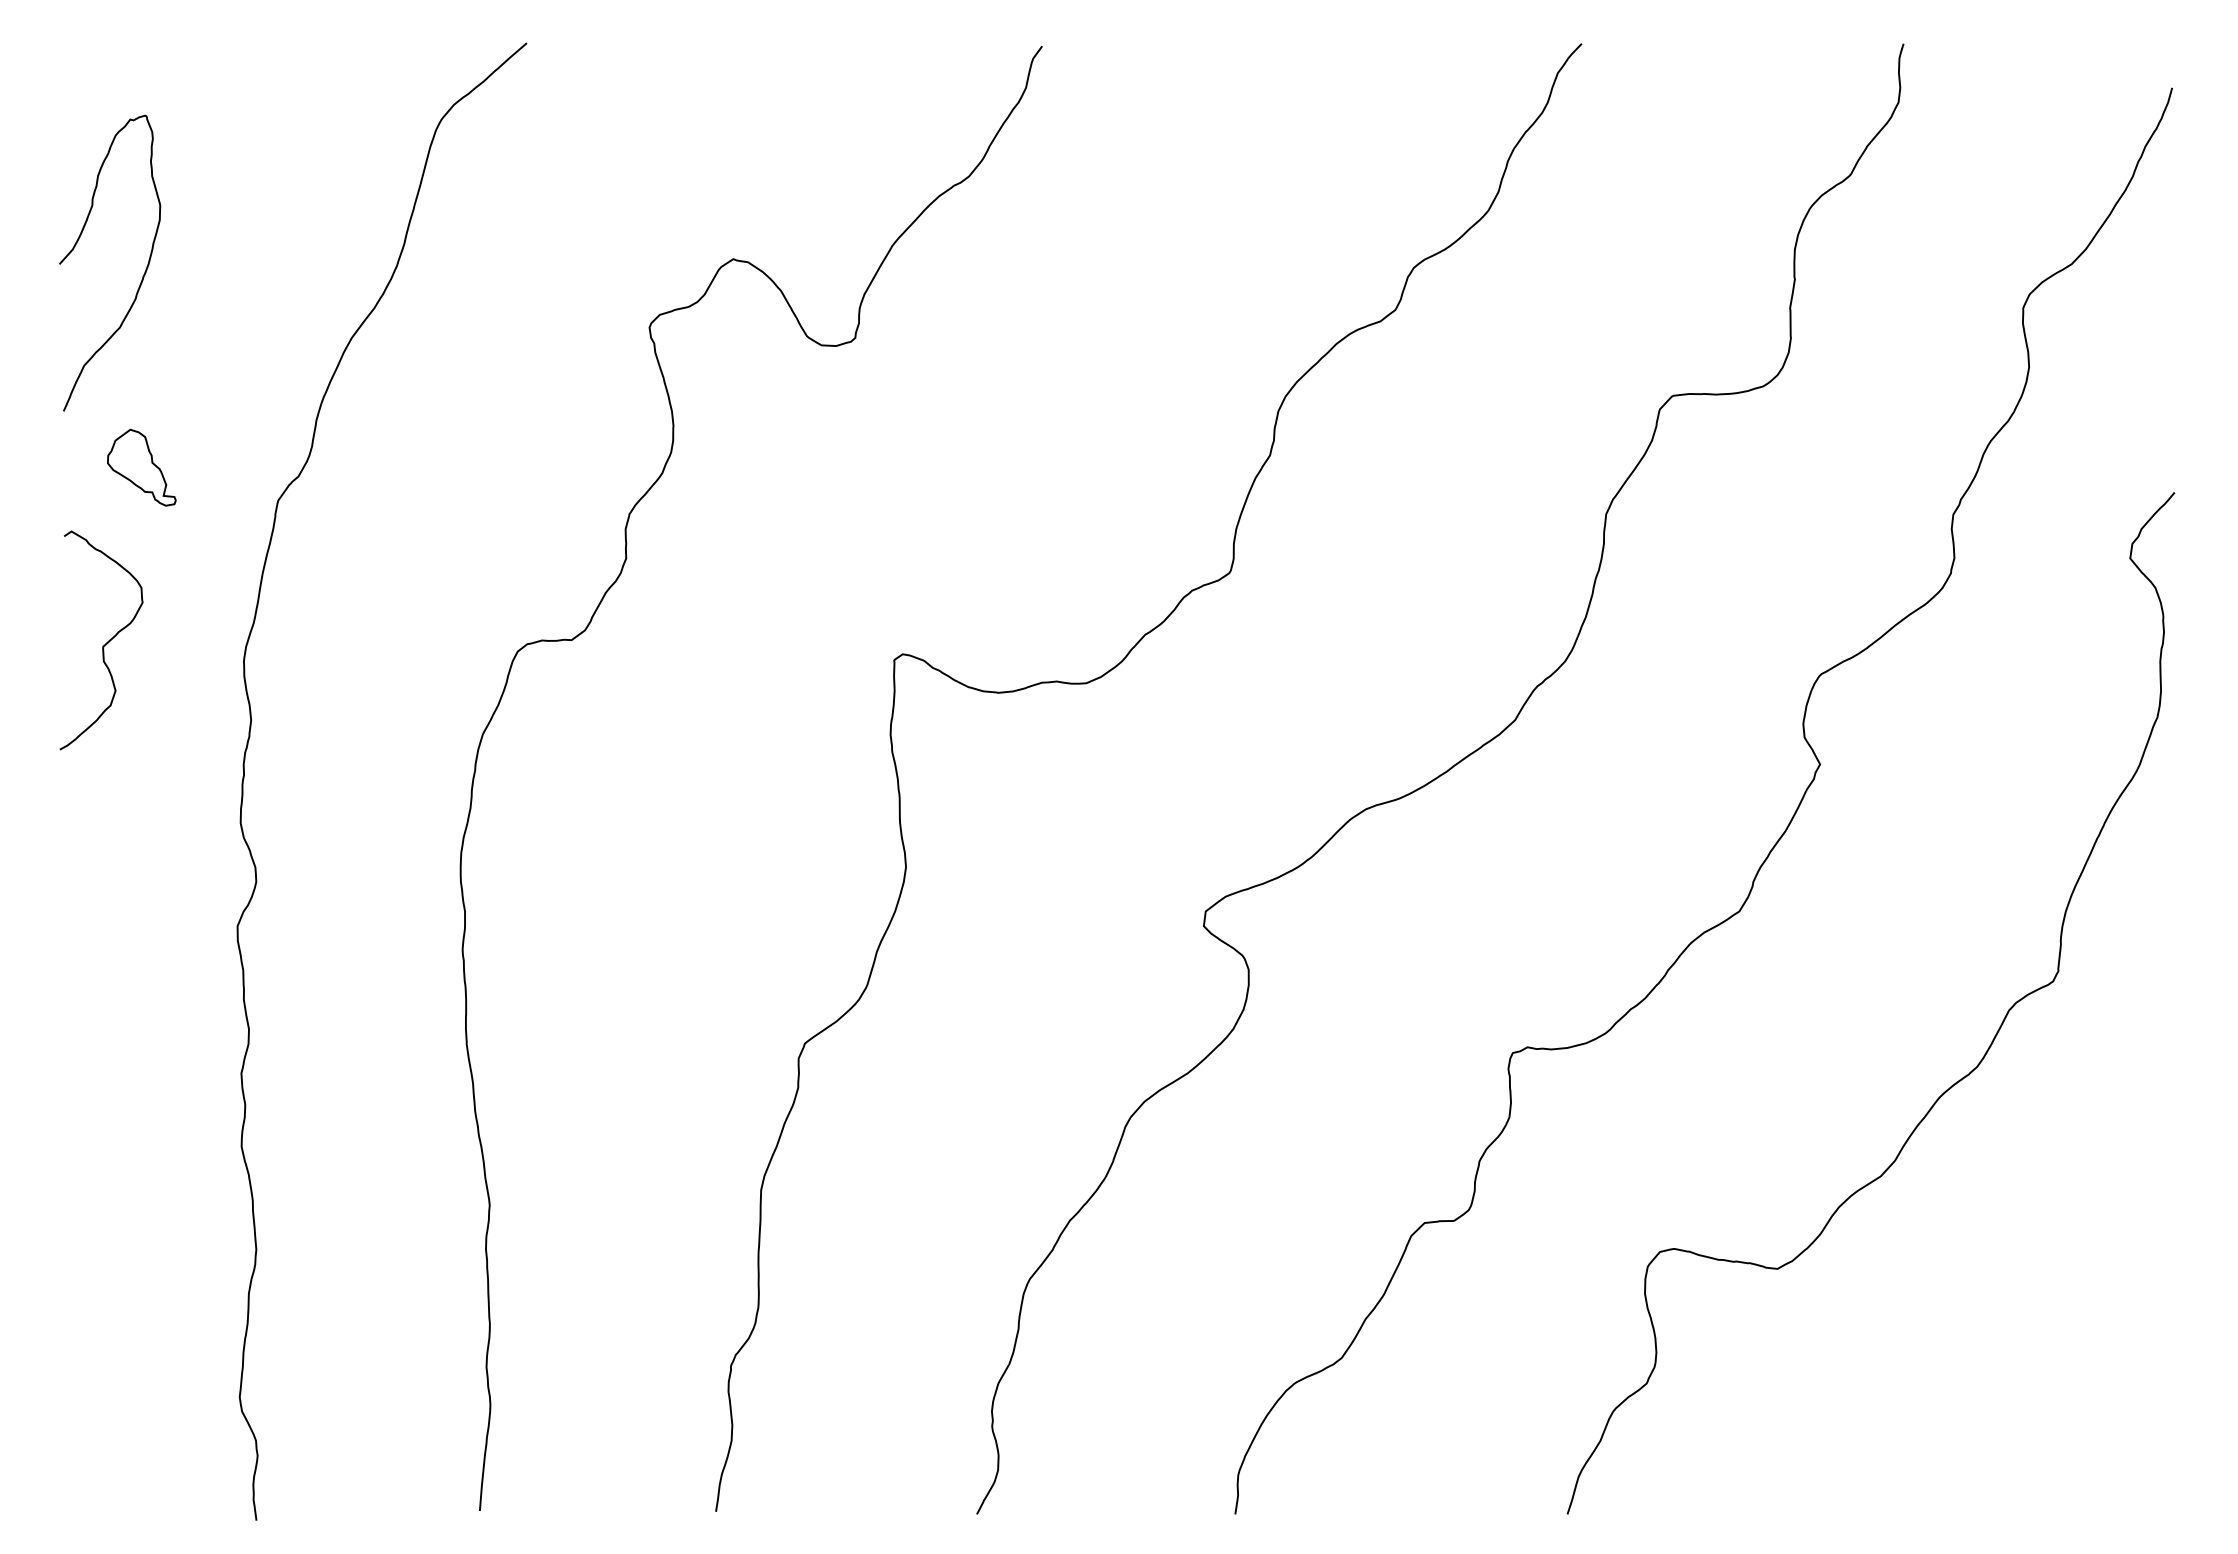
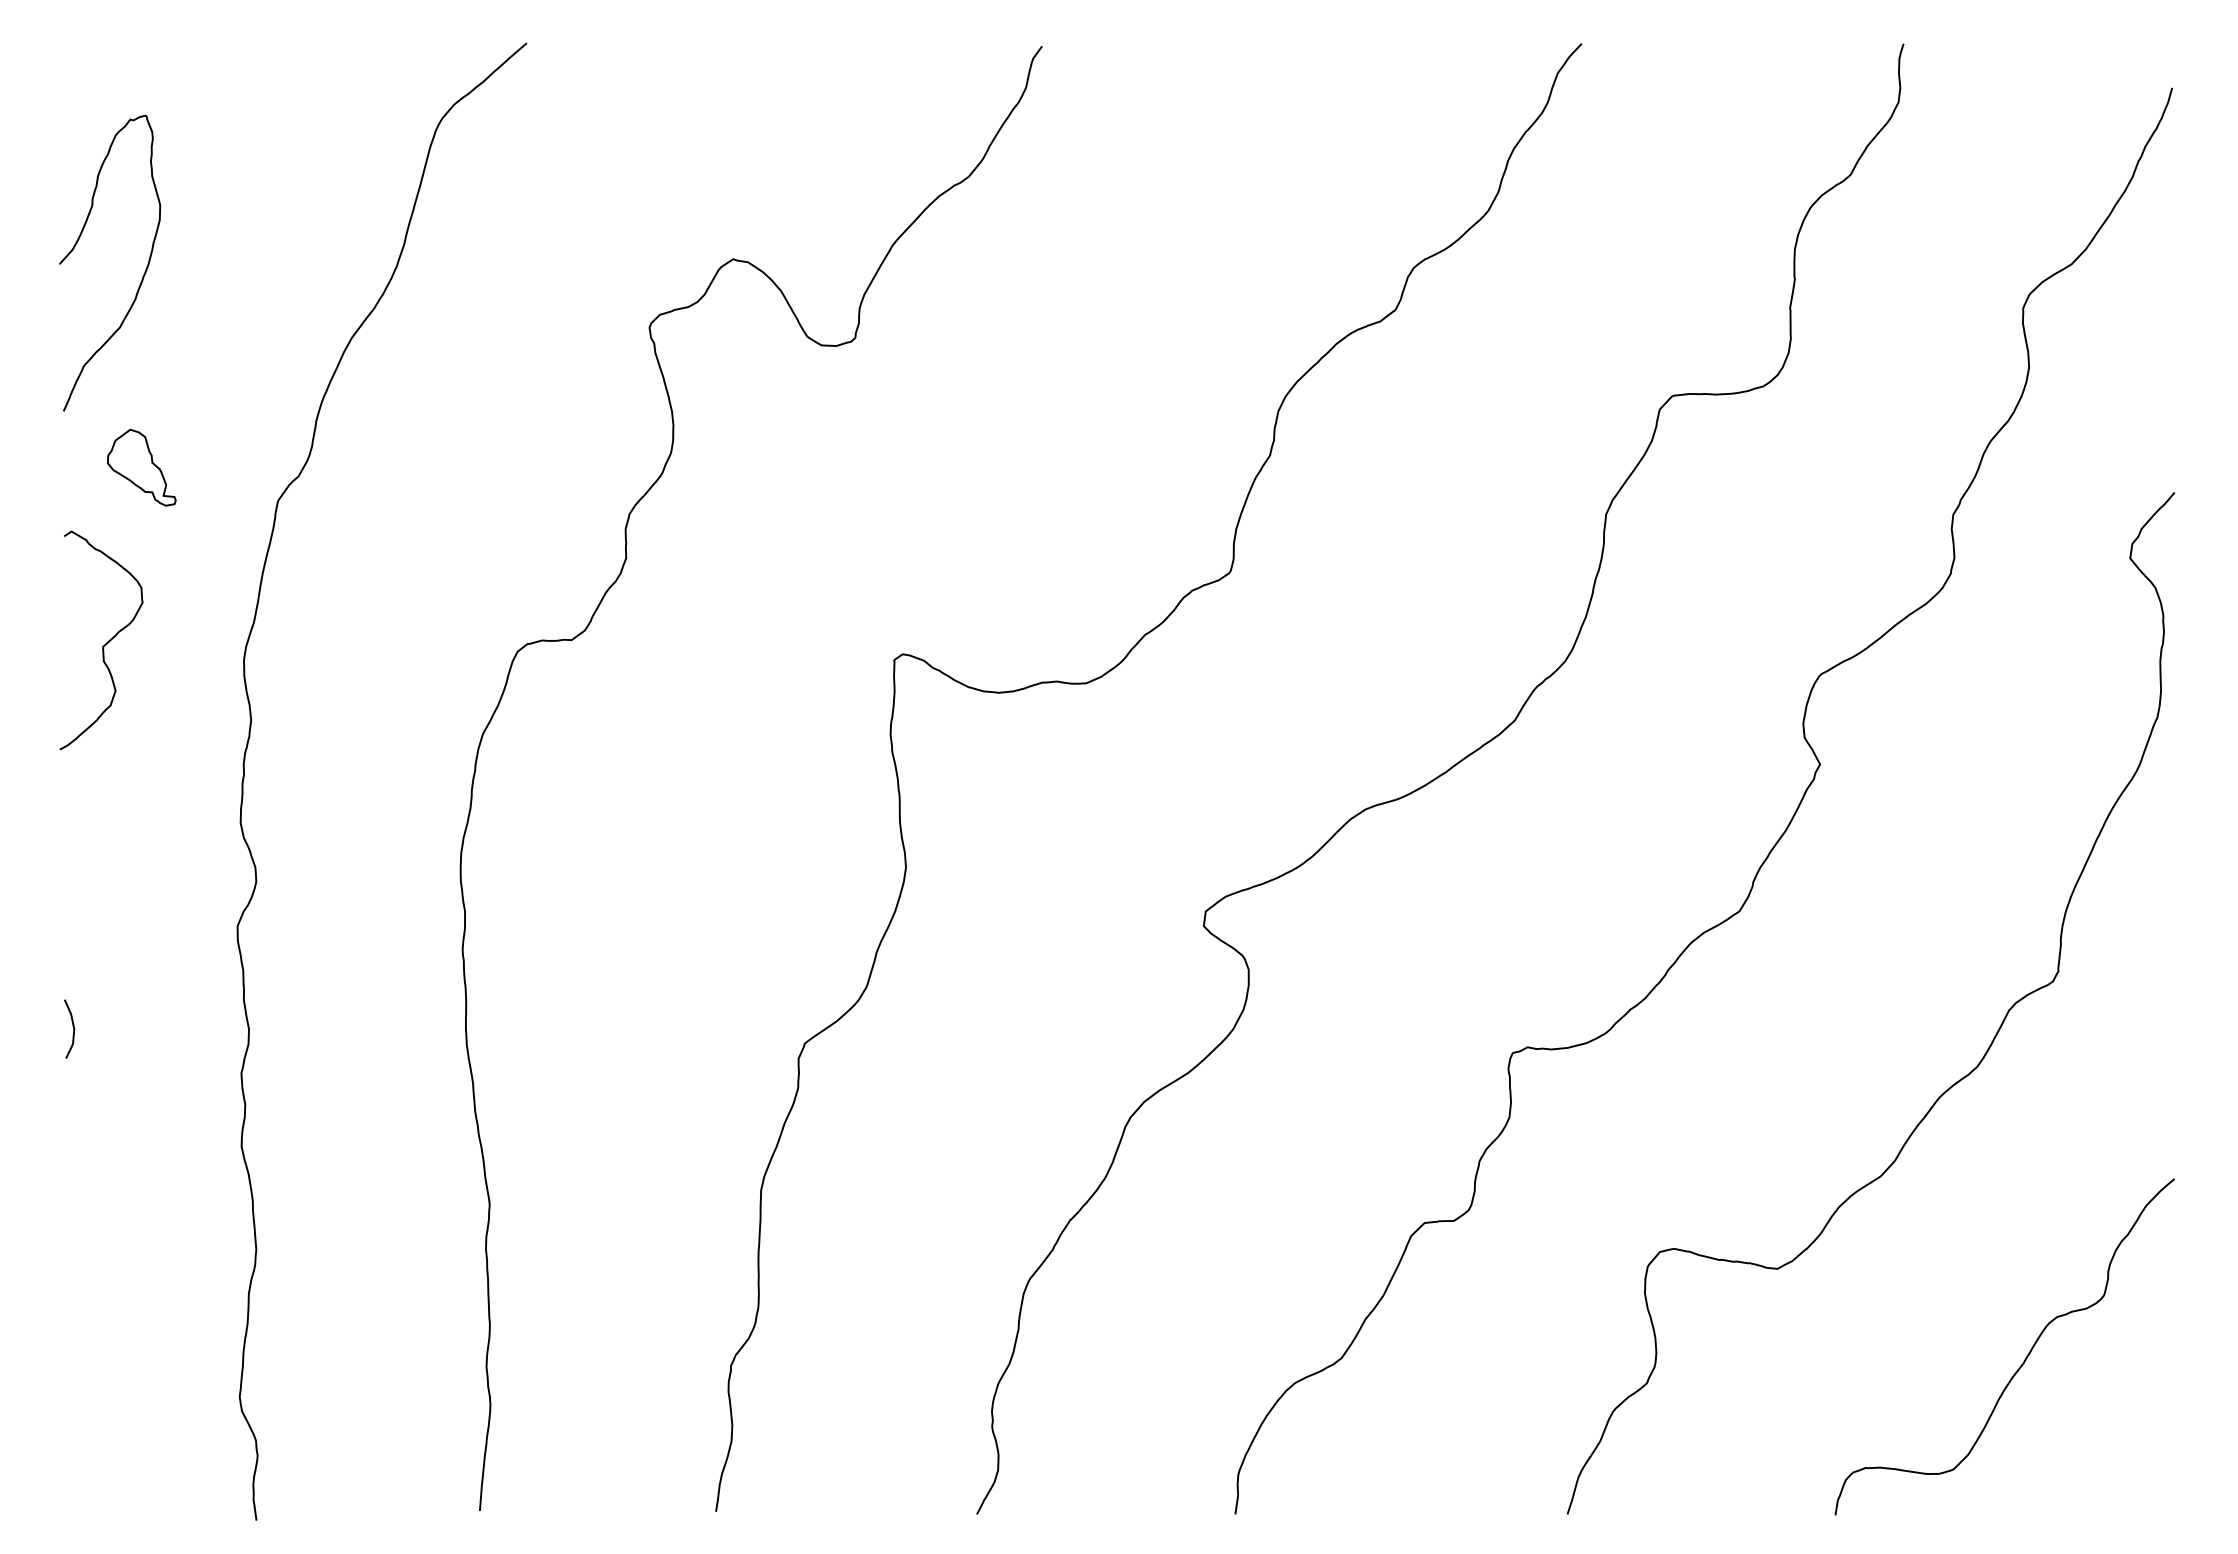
curve at (72, 1026): none -> present
curve at (2025, 1357): none -> present
